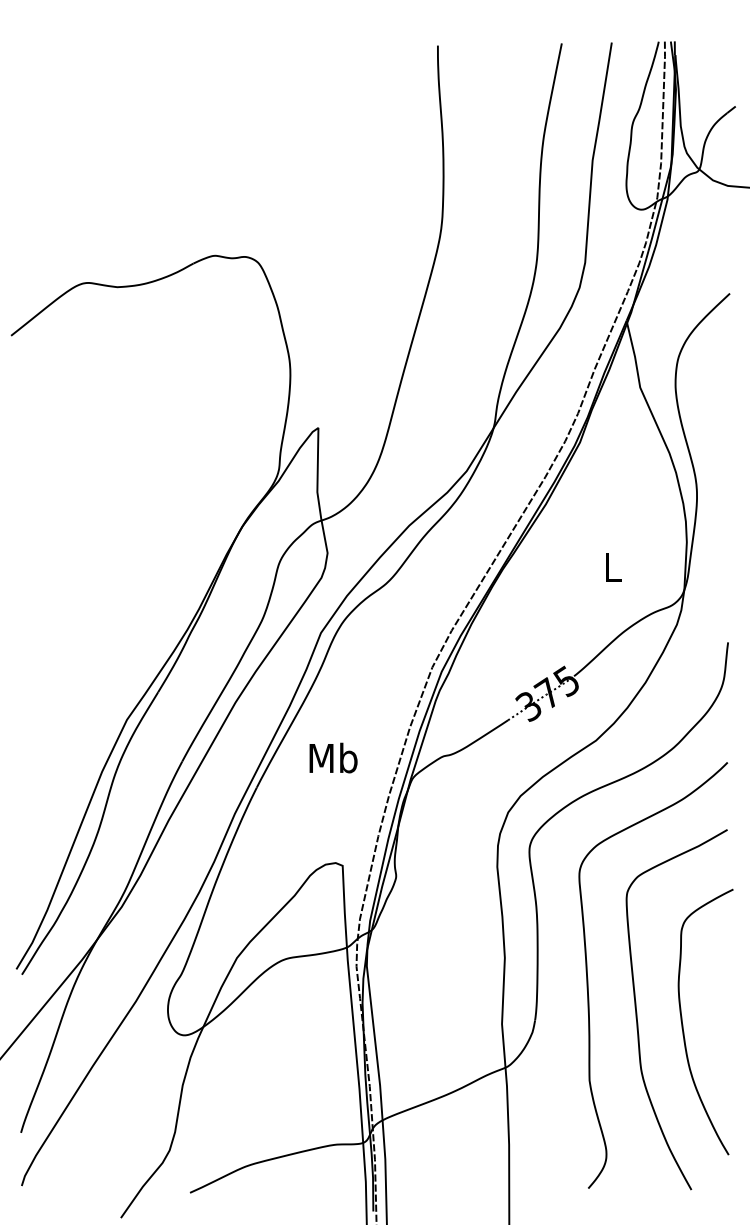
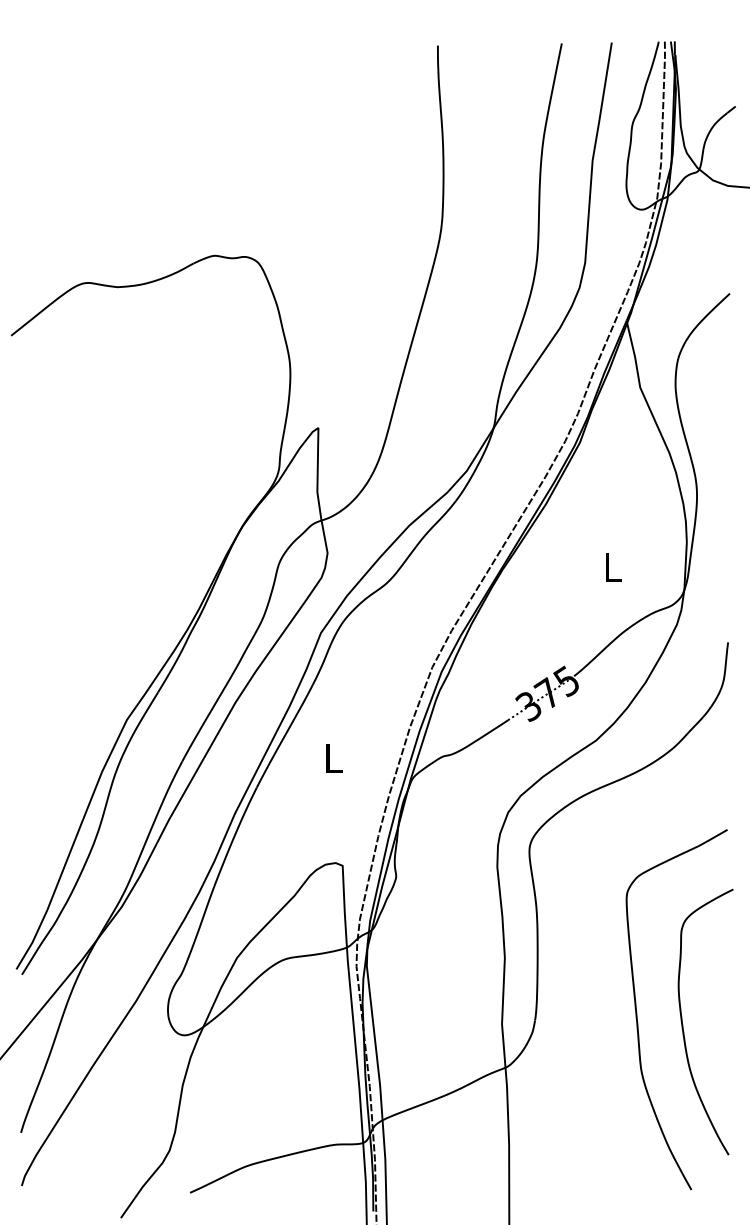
text at (333, 757): Mb -> L
curve at (588, 978): present -> none
